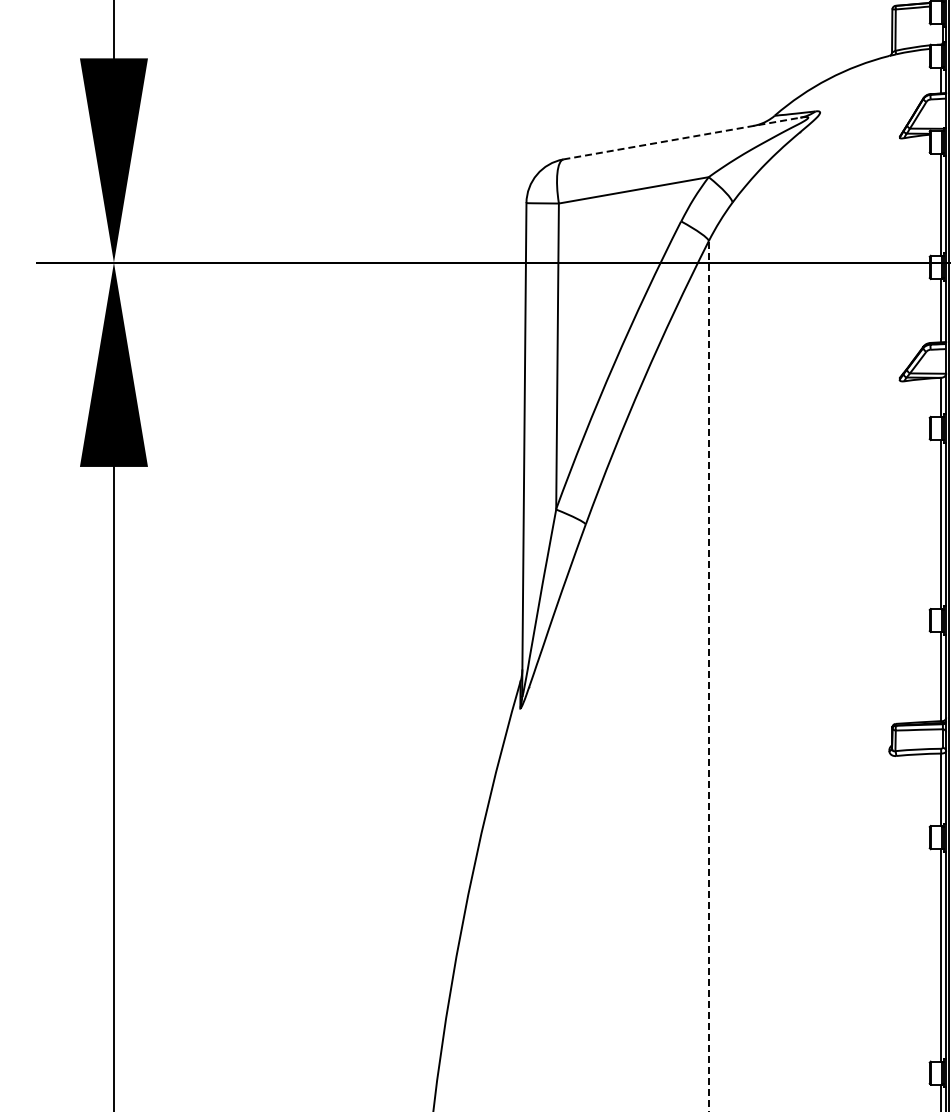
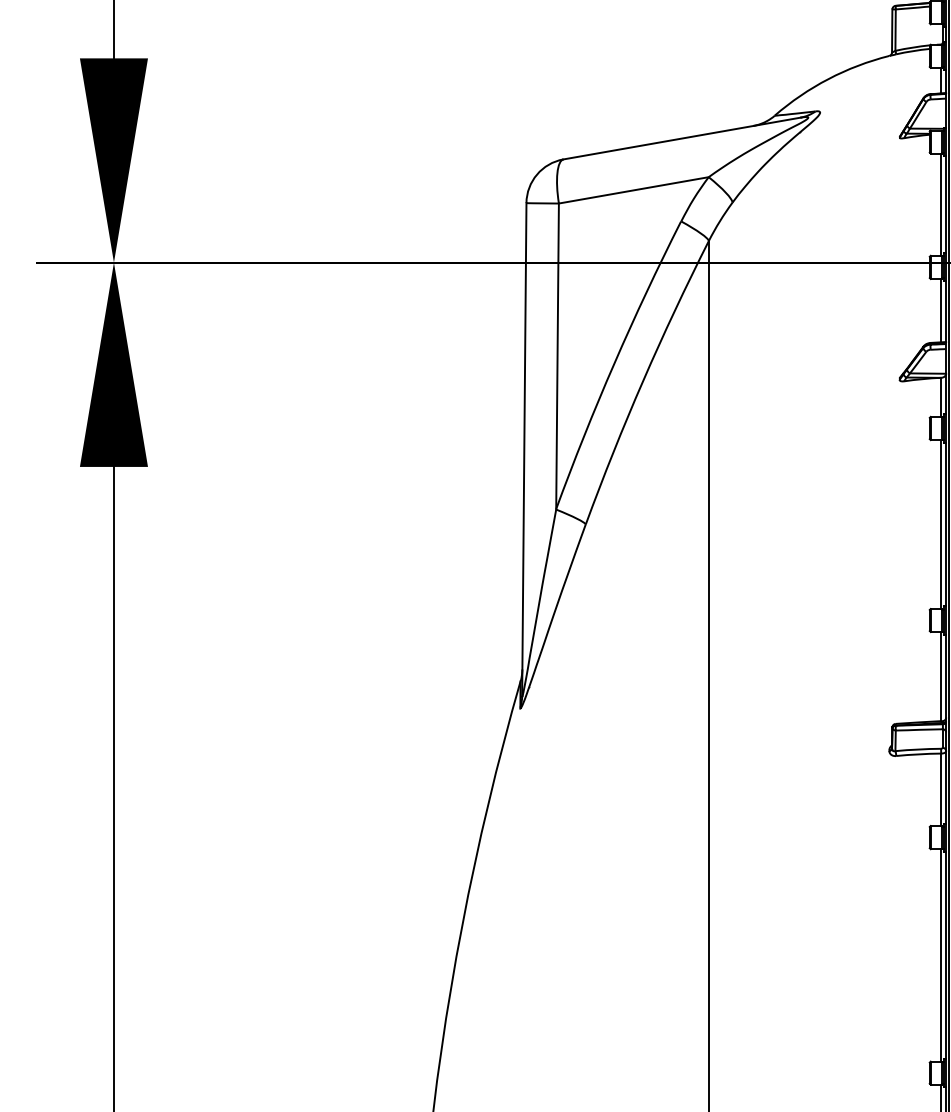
line at (682, 138): dashed -> solid
line at (708, 675): dashed -> solid
